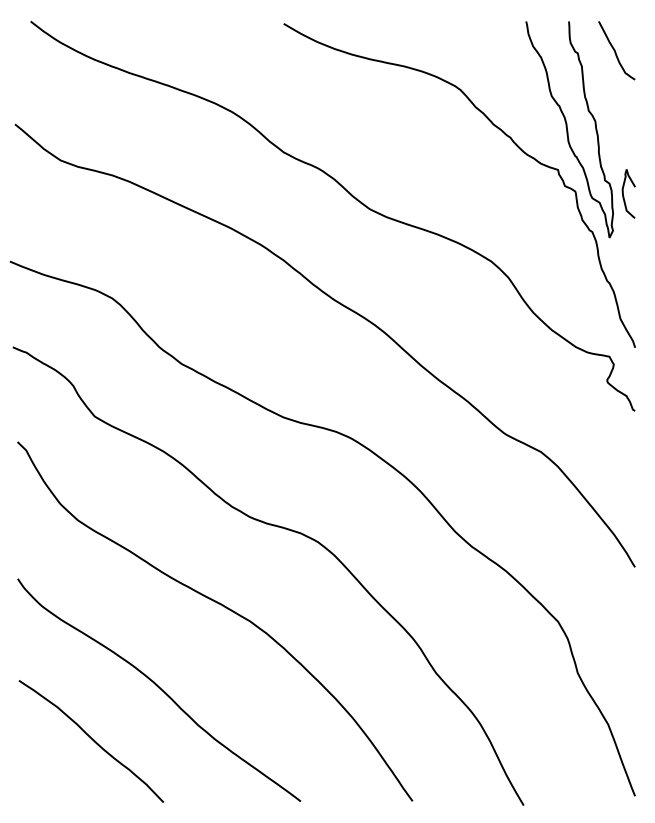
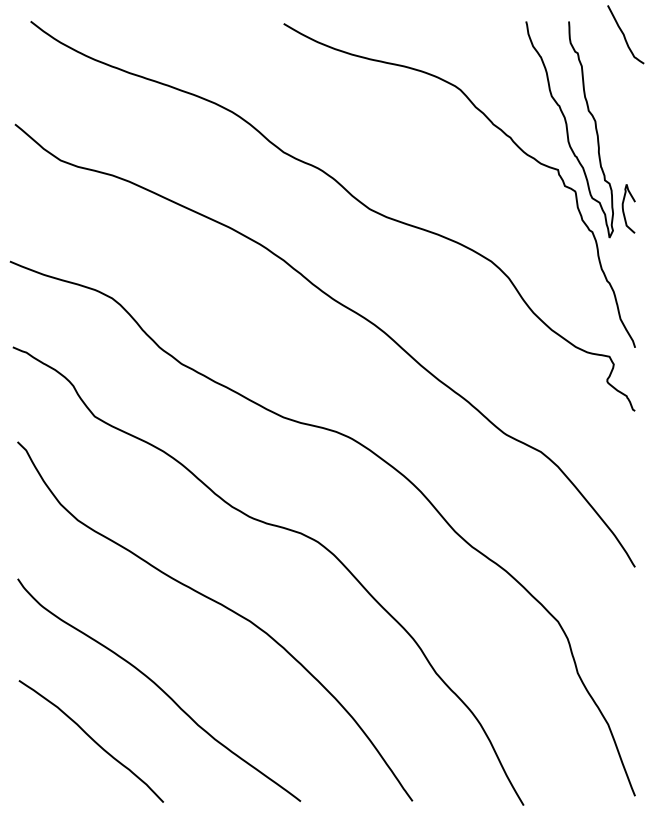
curve at (615, 50) position: (615, 50) -> (624, 34)
curve at (623, 193) position: (623, 193) -> (623, 208)
